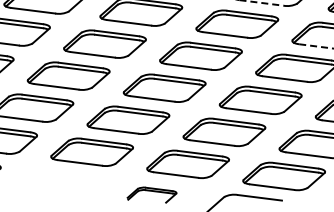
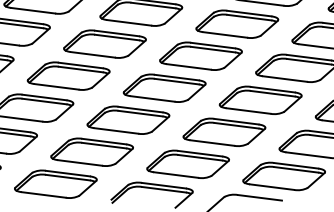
line at (261, 3): dashed -> solid
line at (316, 46): dashed -> solid
part at (55, 183): none -> present
part at (151, 194) size: 52x18 px -> 84x28 px
